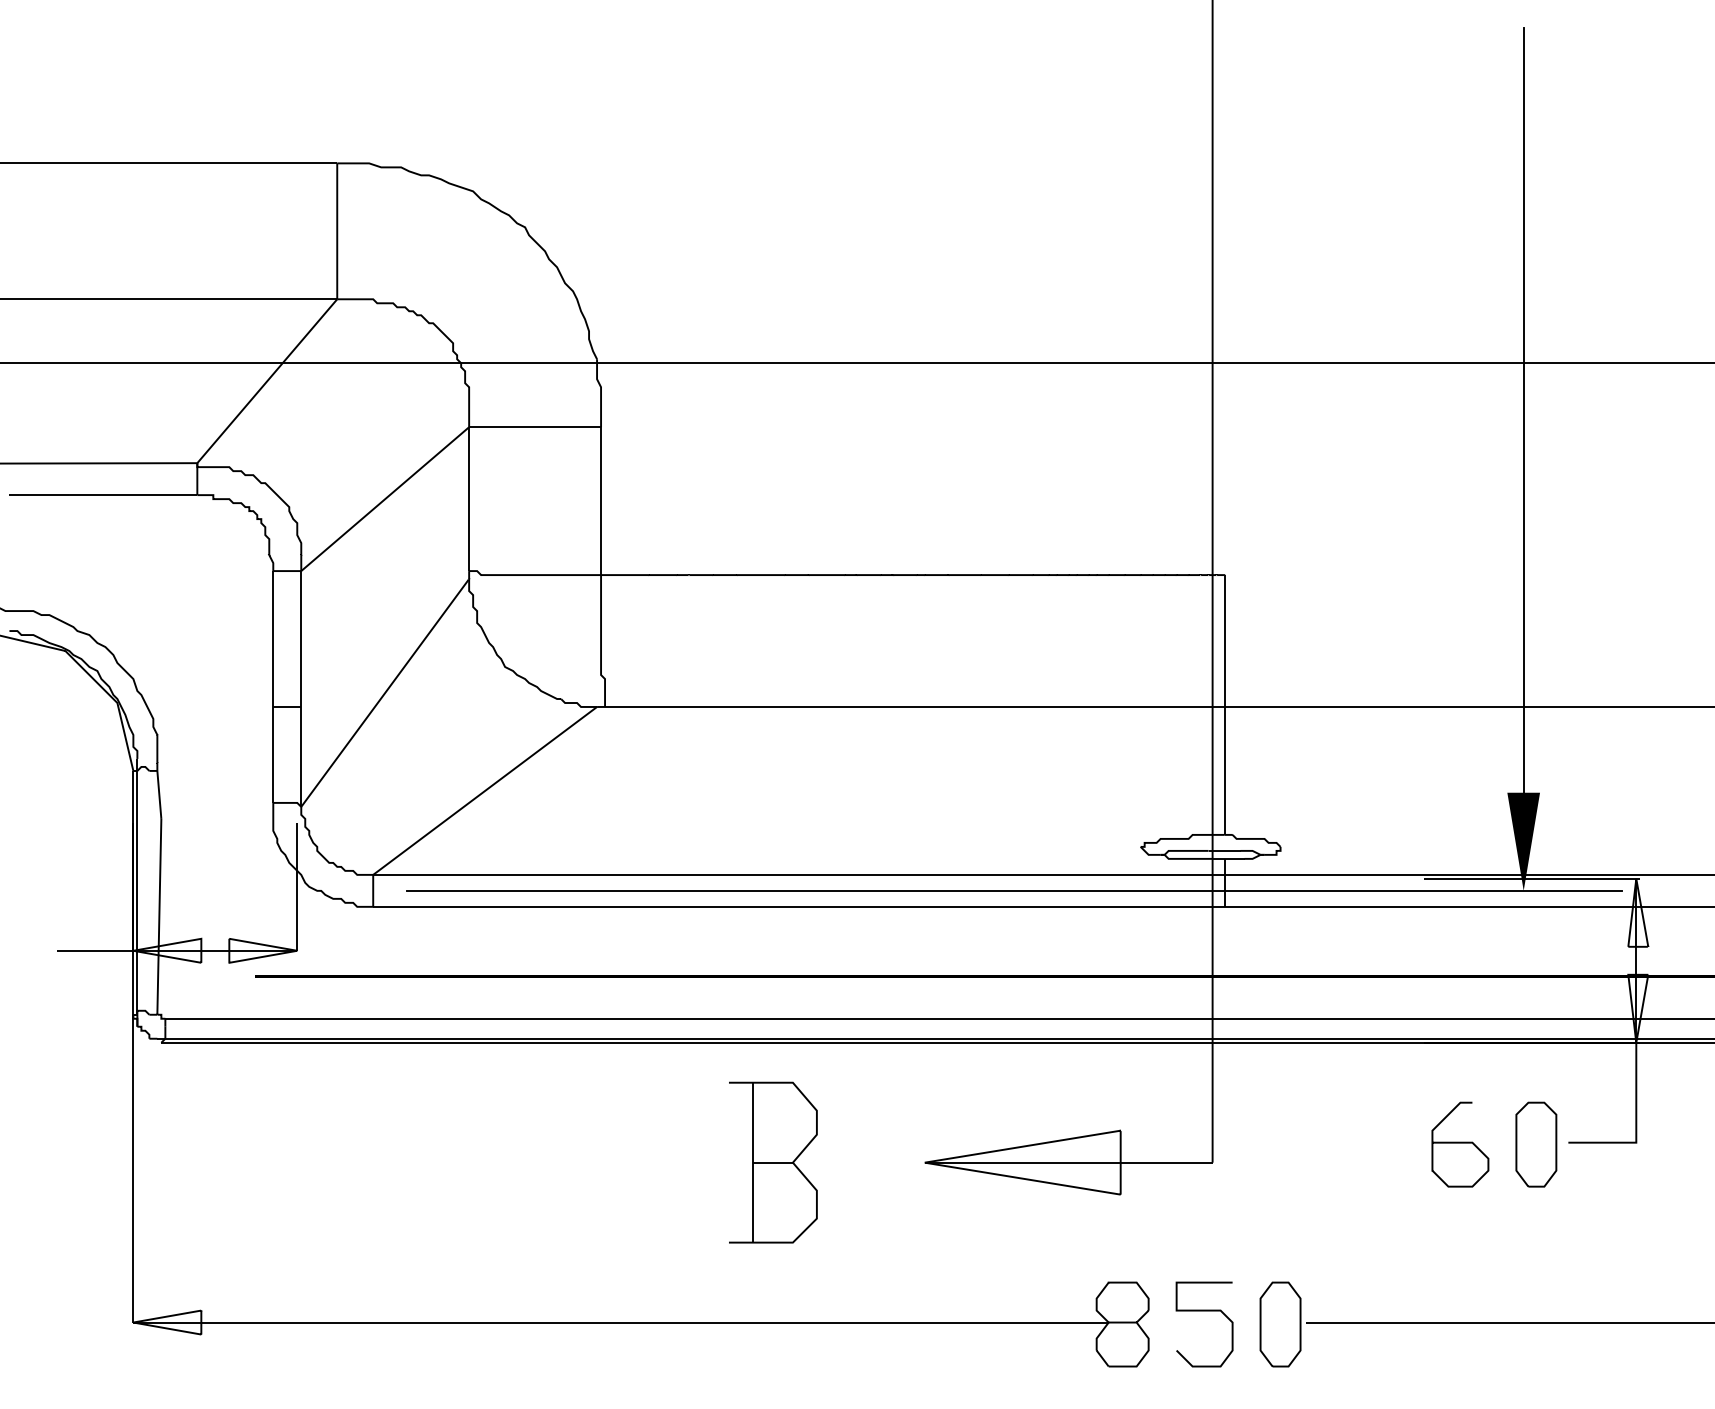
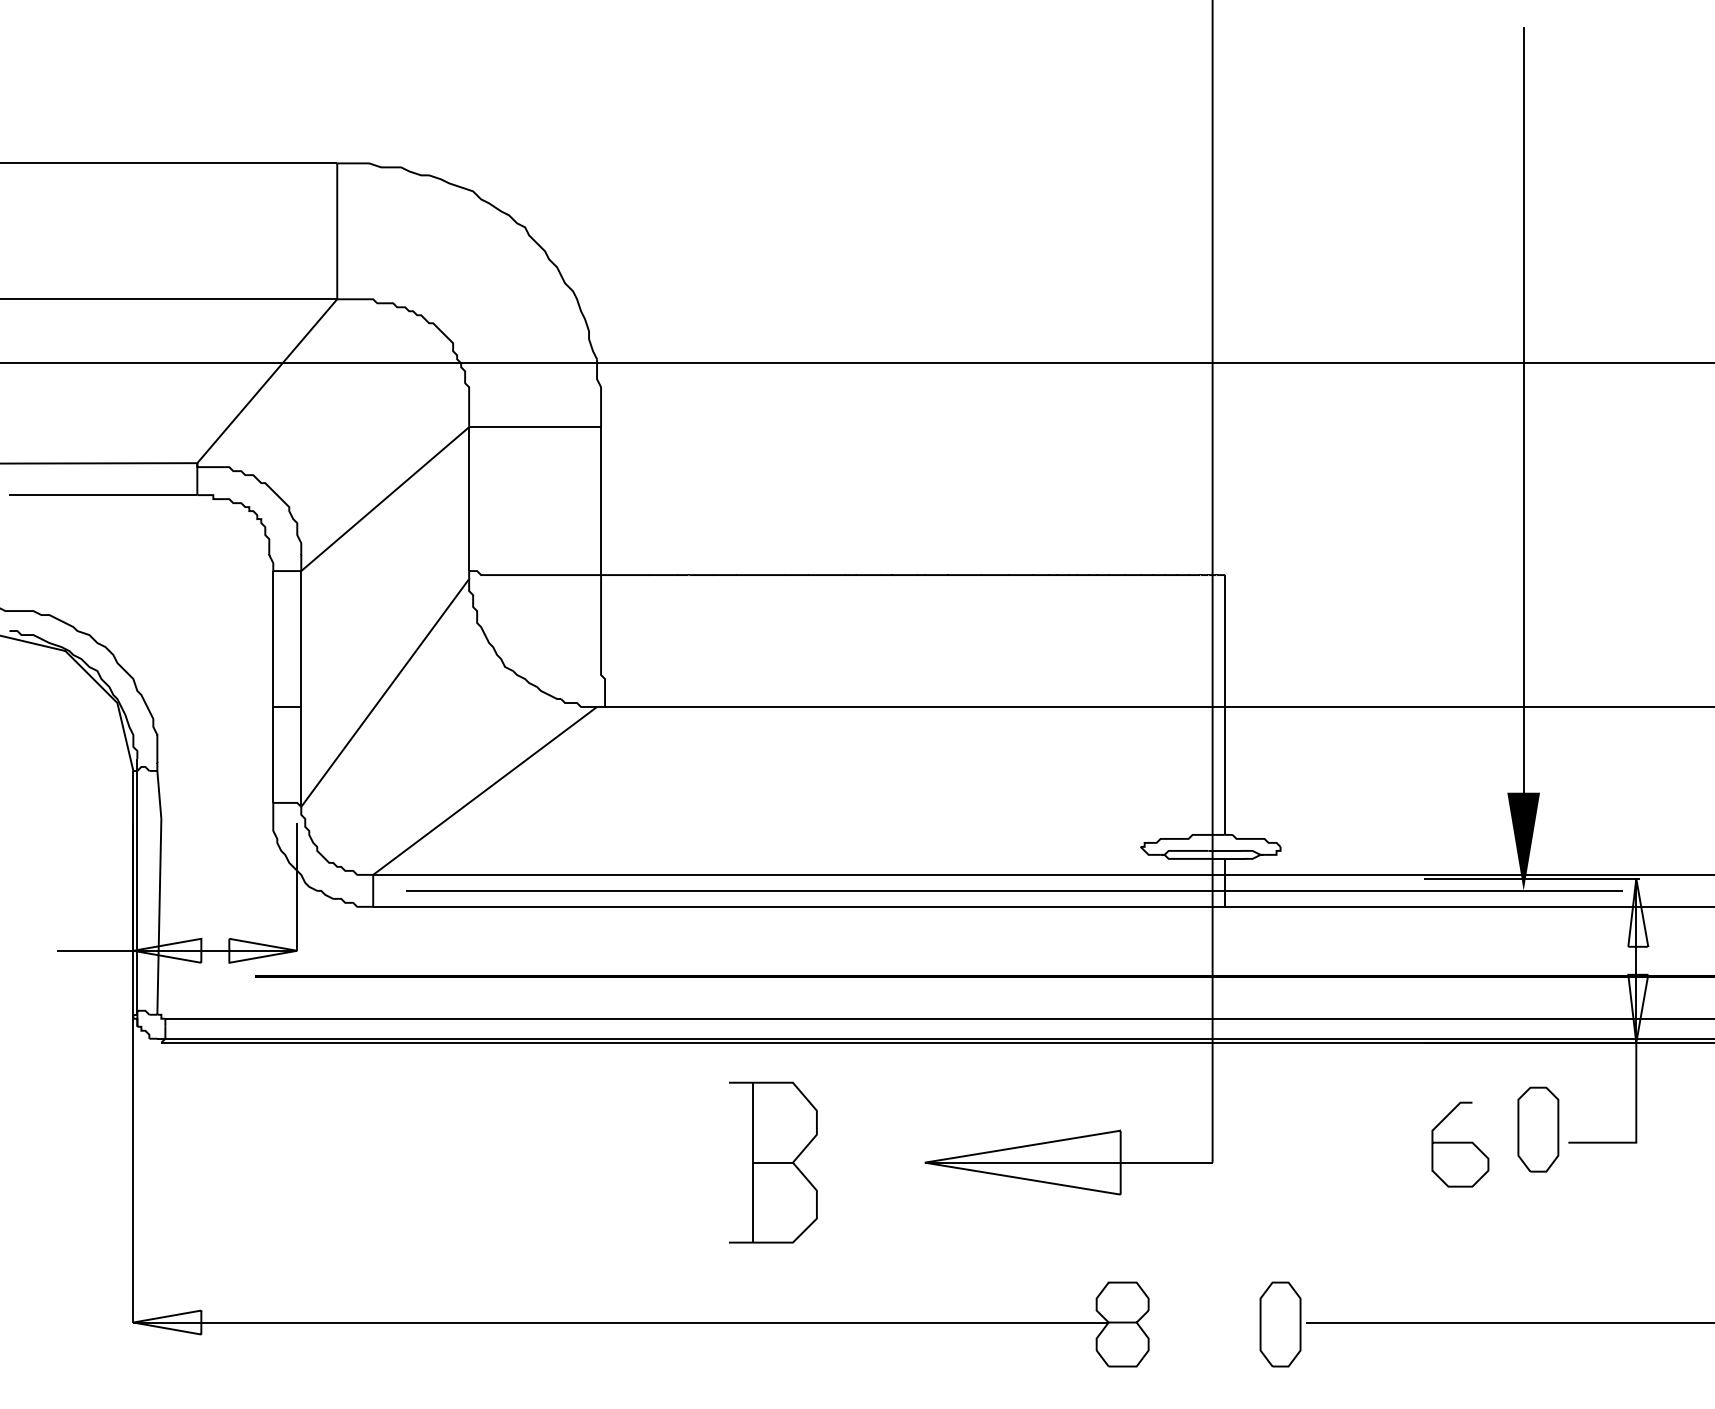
part at (1536, 1144) position: (1536, 1144) -> (1538, 1129)
curve at (1204, 1311): present -> none
